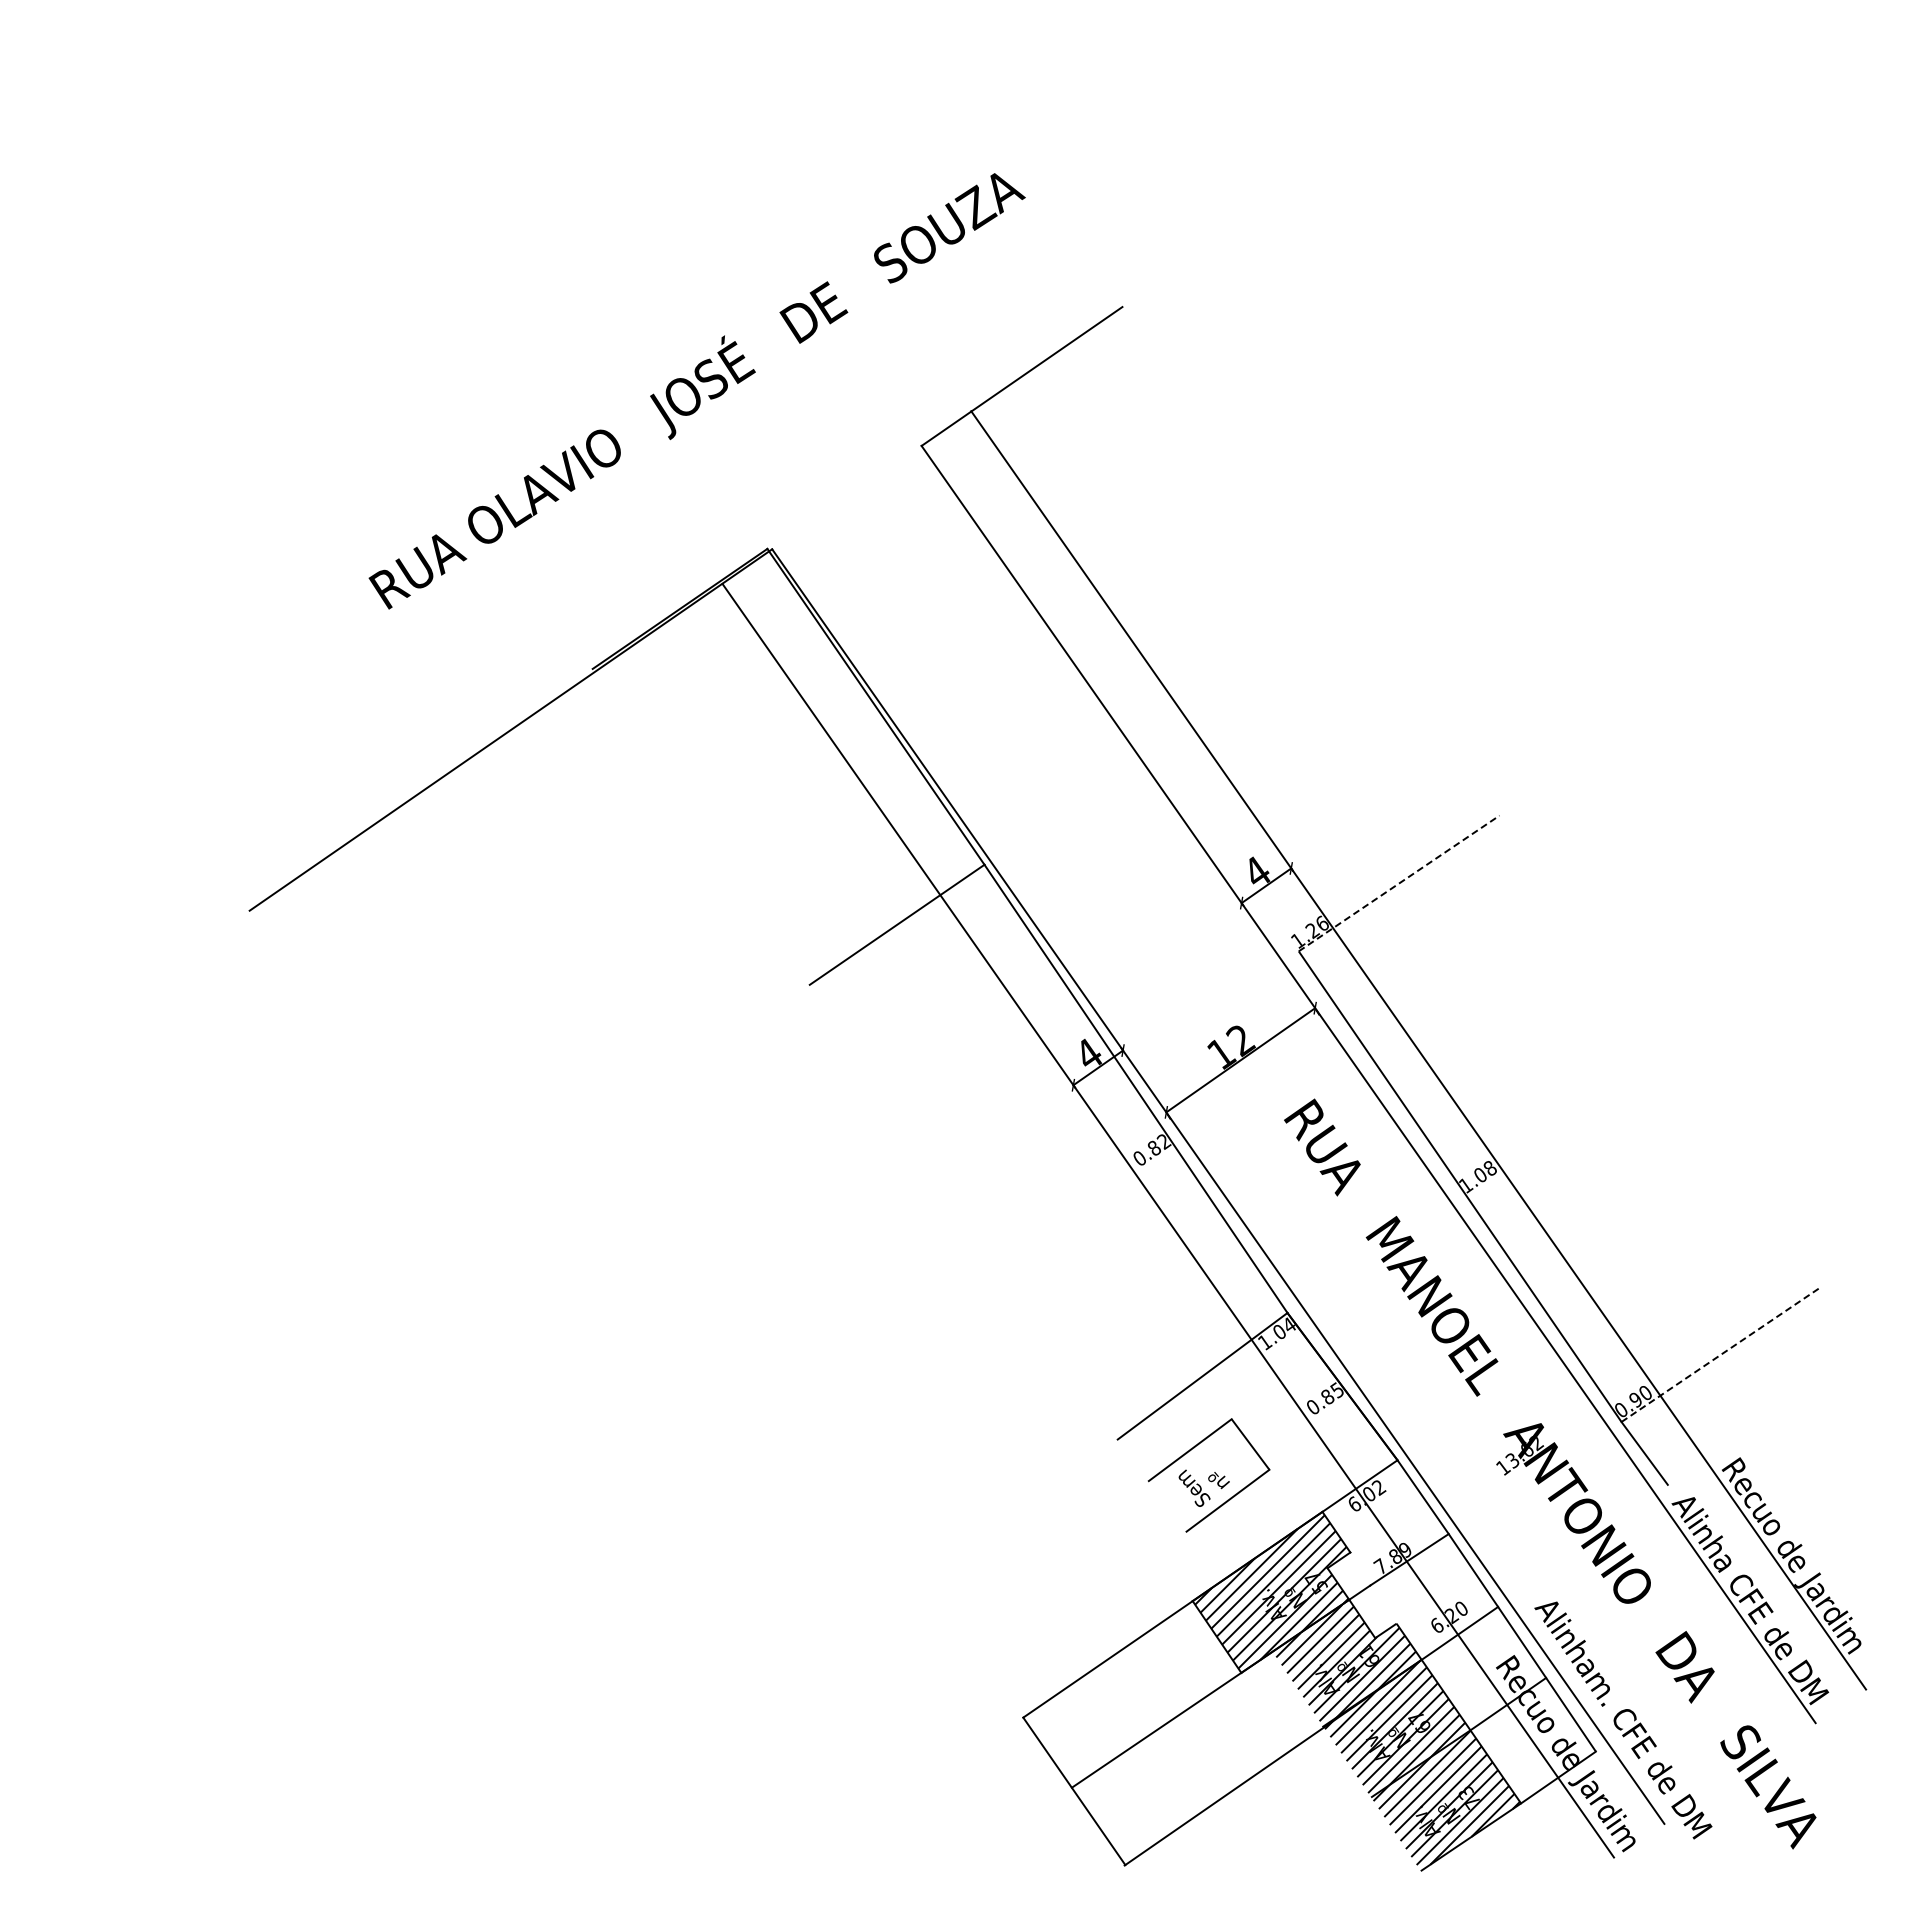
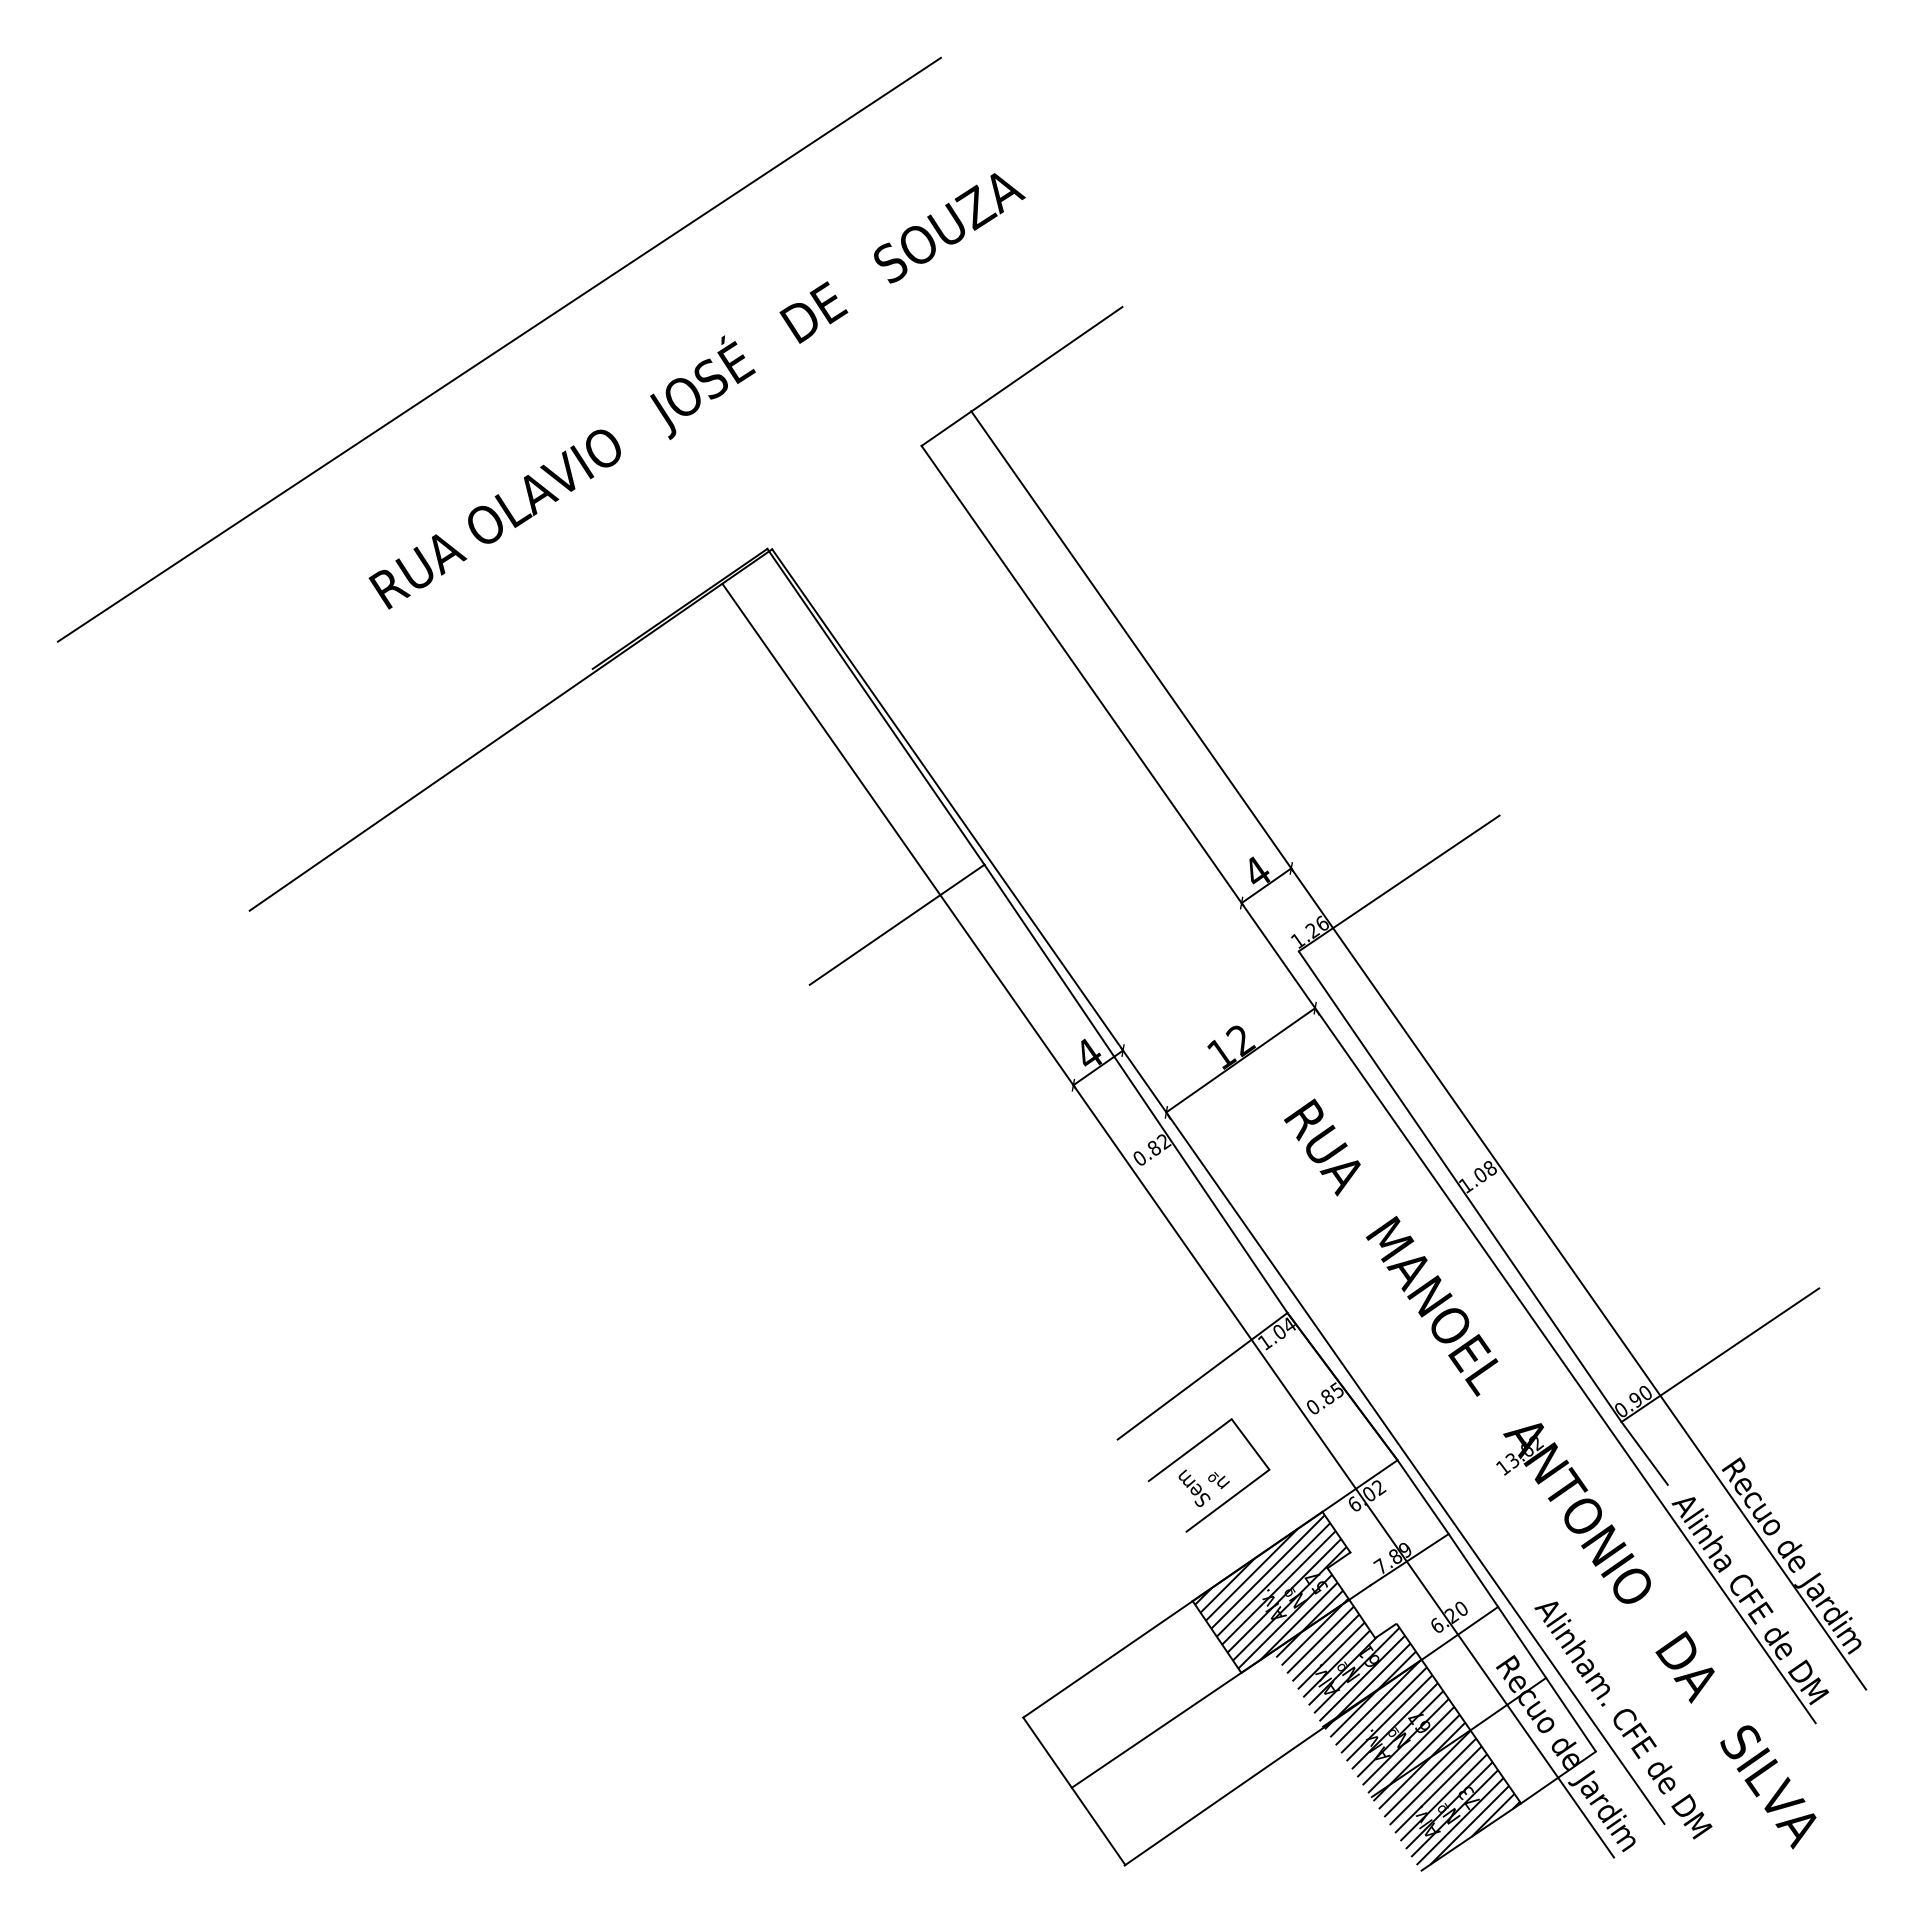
line at (498, 349): none -> present
line at (1399, 883): dashed -> solid
line at (1720, 1354): dashed -> solid
